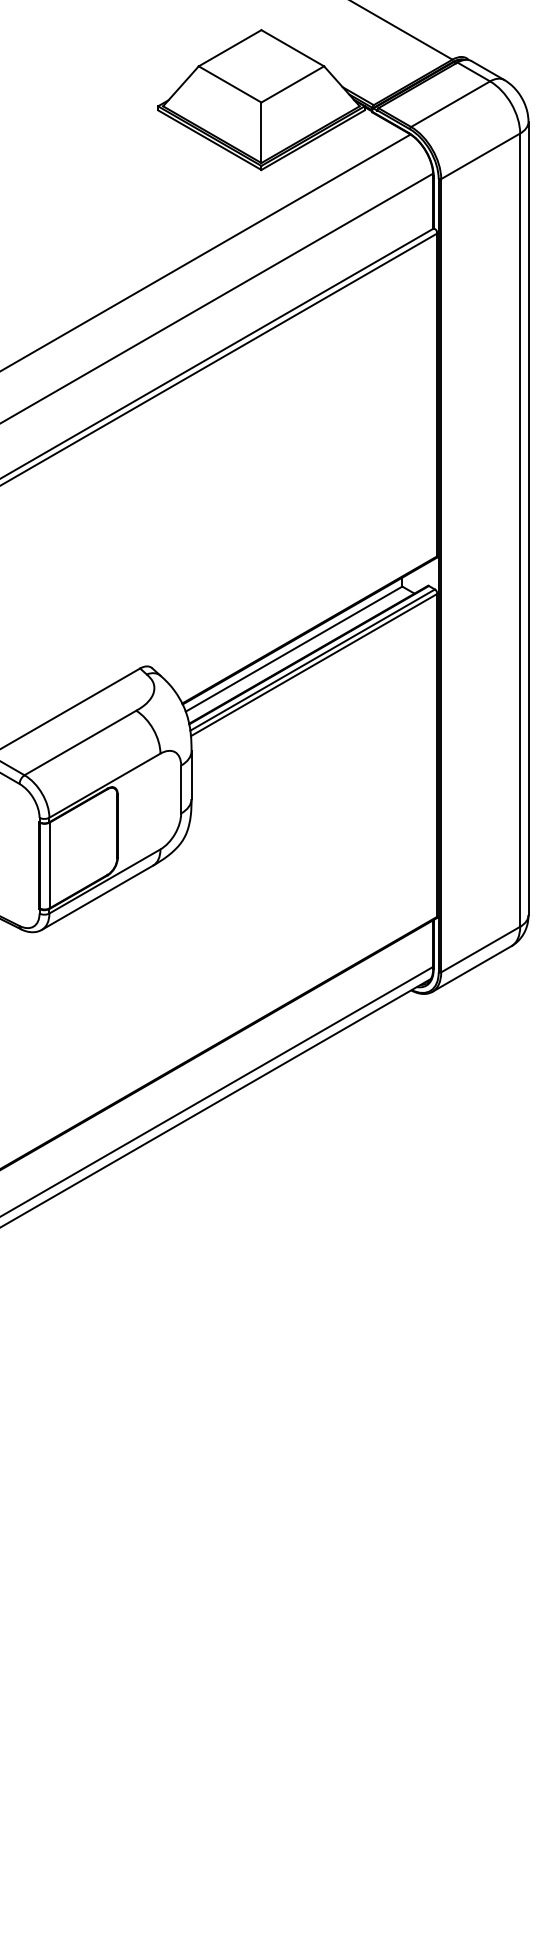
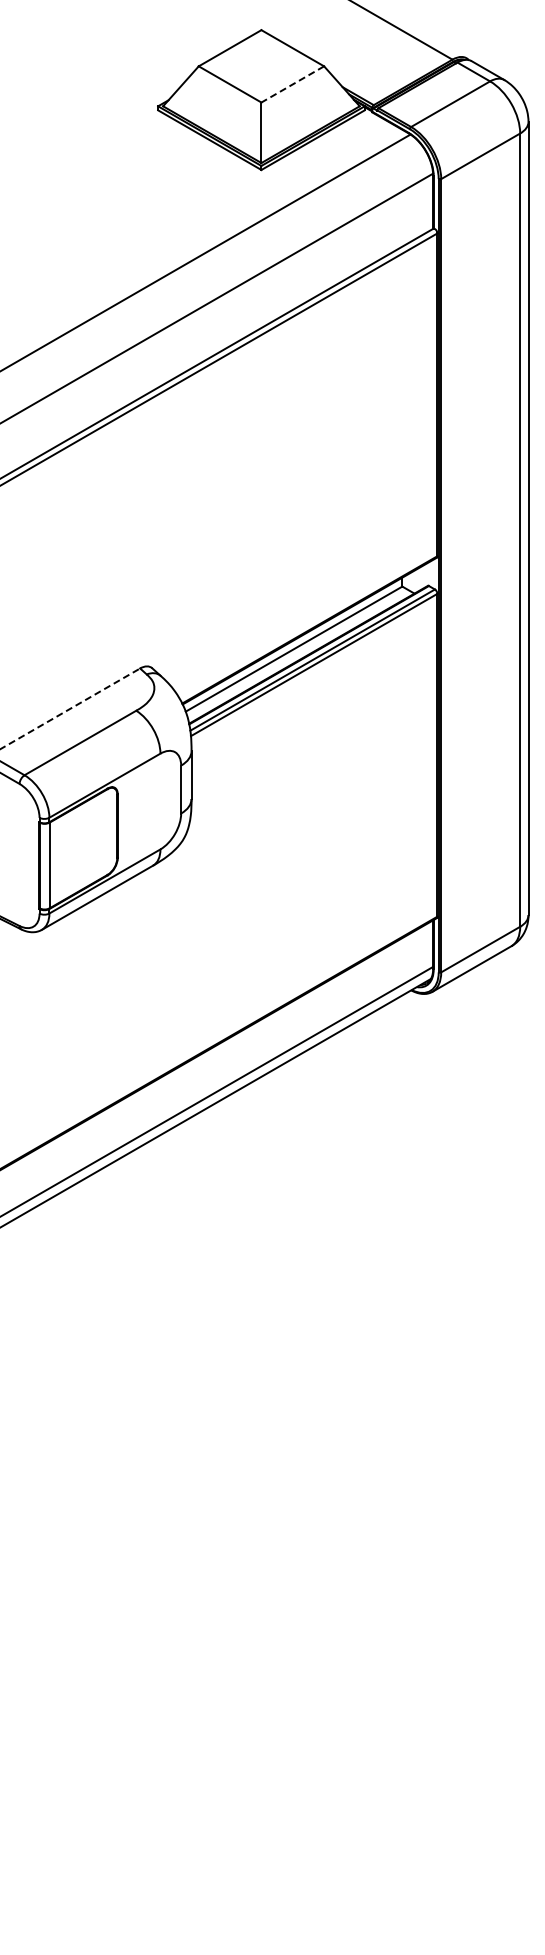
line at (292, 84): solid -> dashed
line at (70, 708): solid -> dashed
